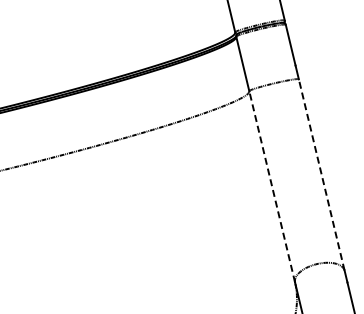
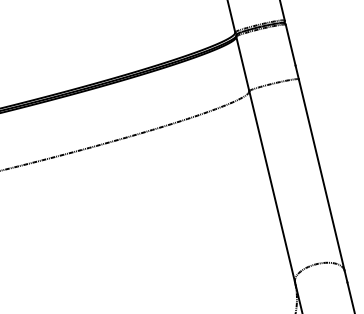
line at (321, 174): dashed -> solid
line at (272, 186): dashed -> solid
